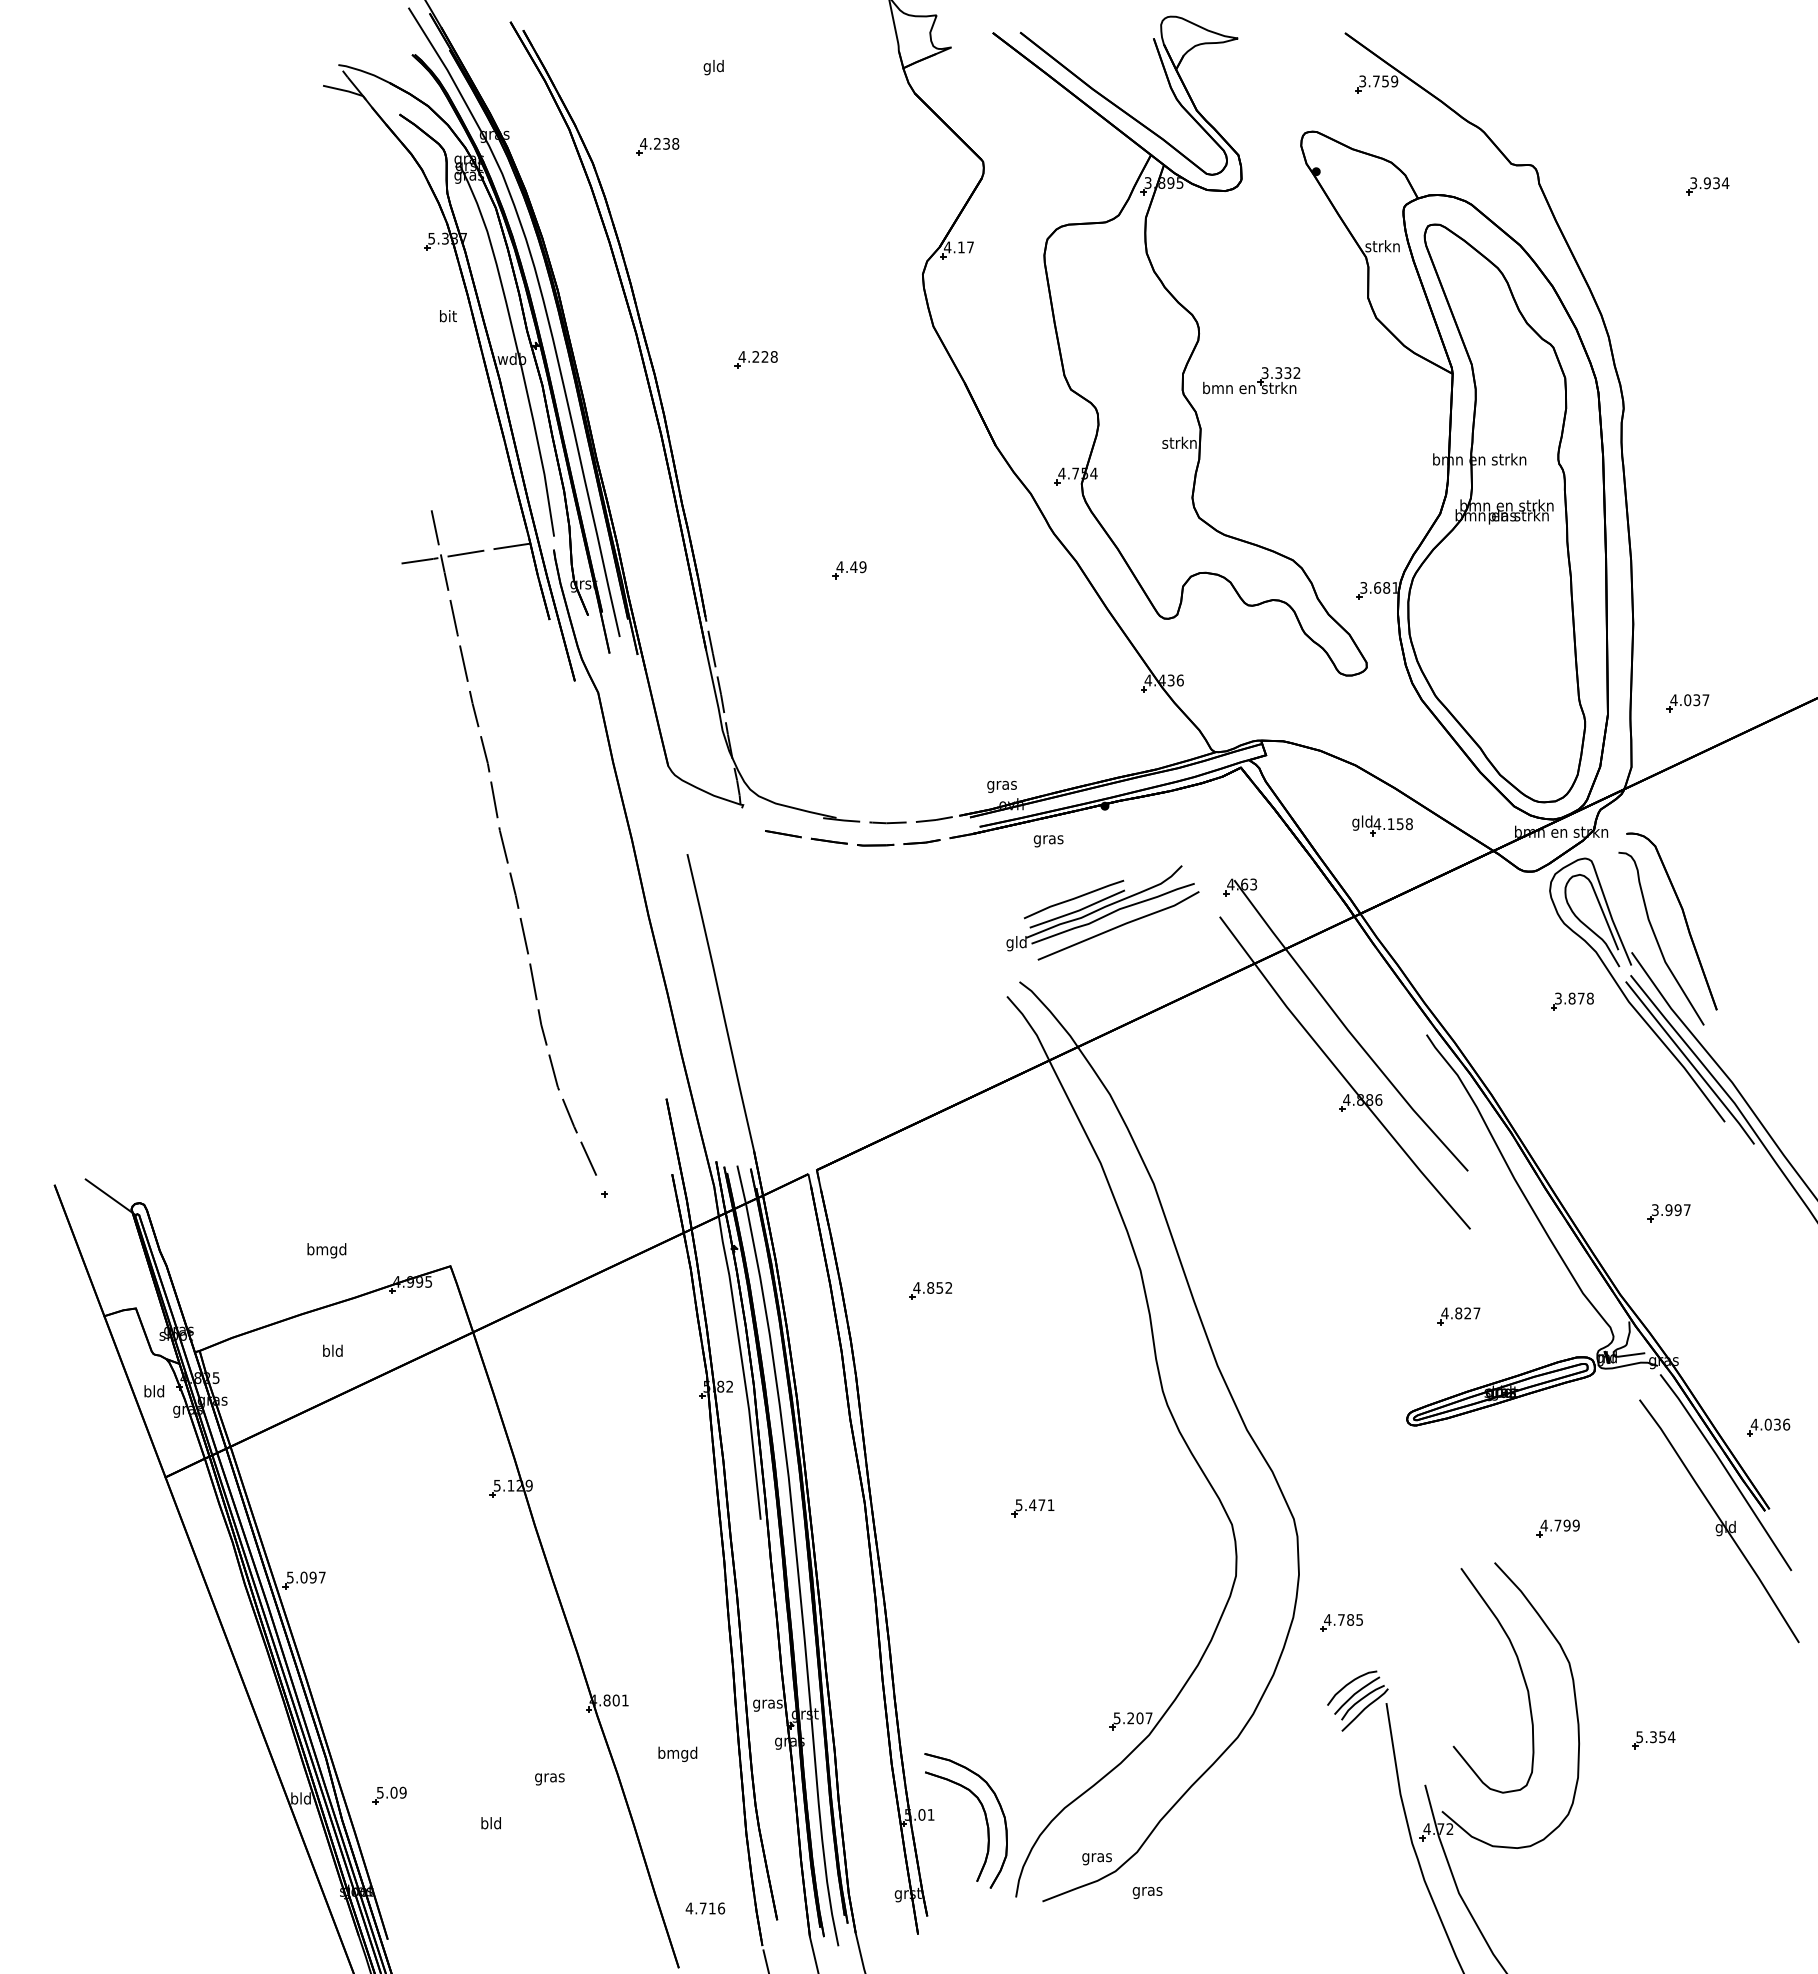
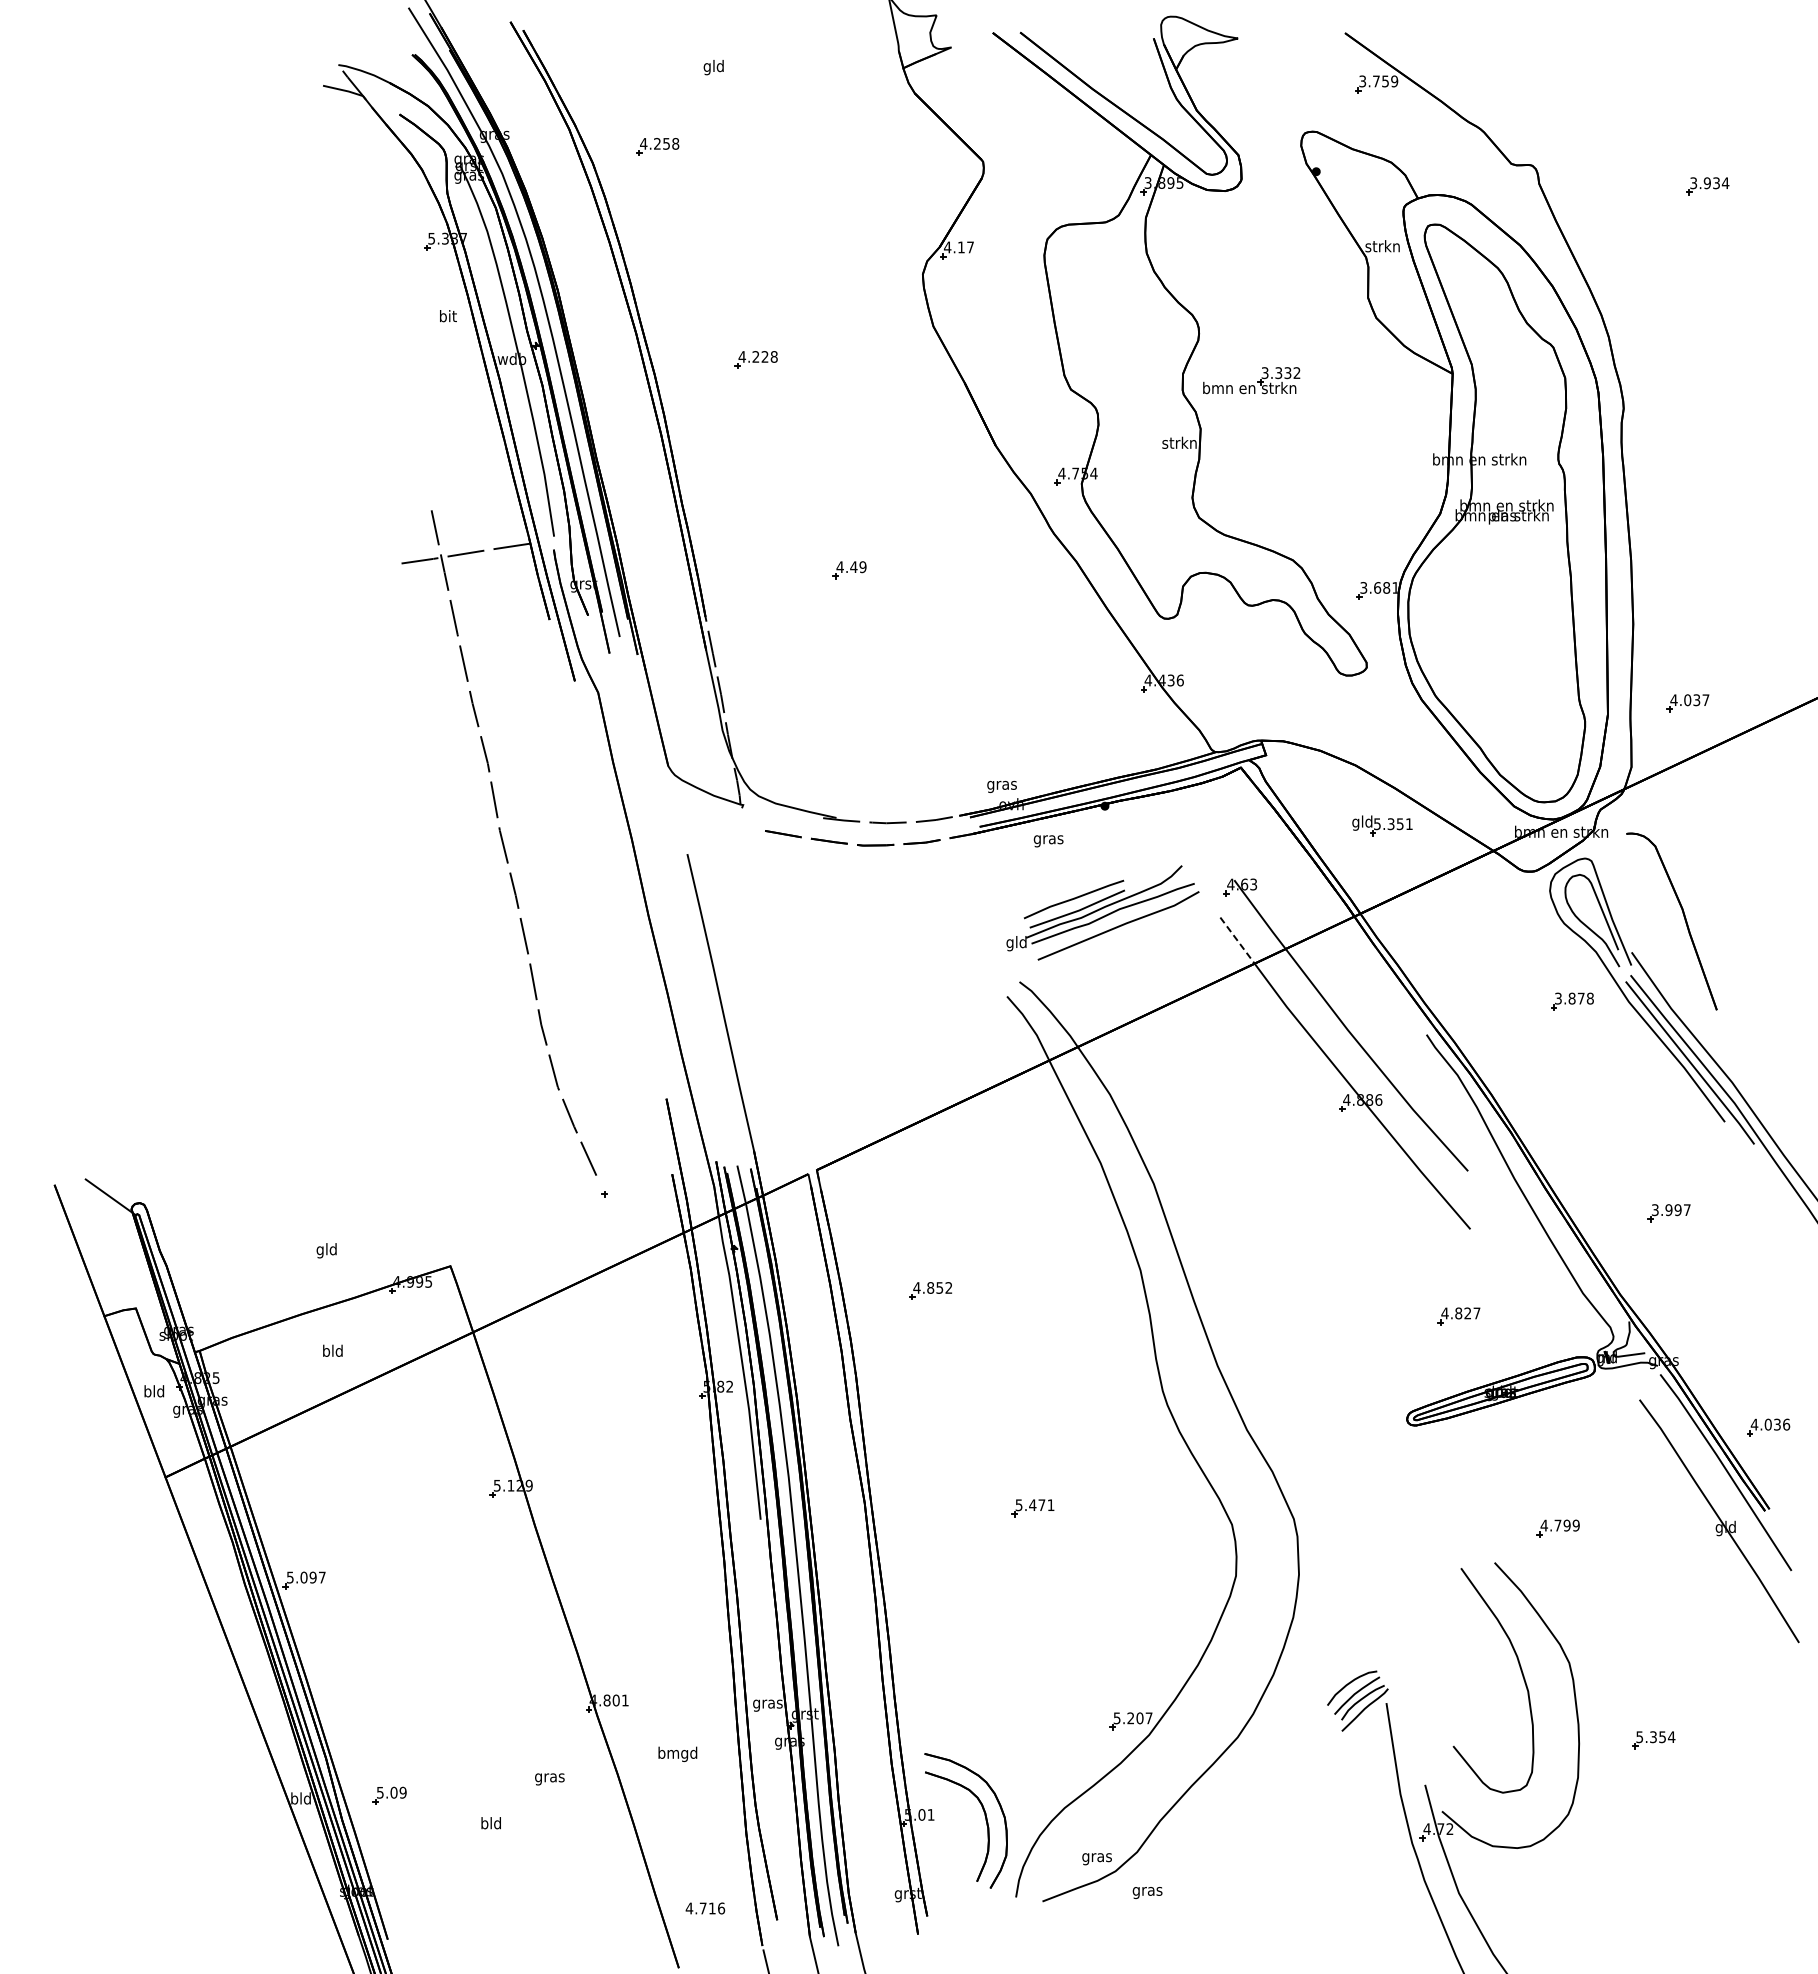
text at (666, 143): 4.238 -> 4.258
text at (1392, 824): 4.158 -> 5.351
curve at (1657, 938): present -> none
line at (1237, 940): solid -> dashed
text at (326, 1250): bmgd -> gld
part at (1341, 1622): present -> none
